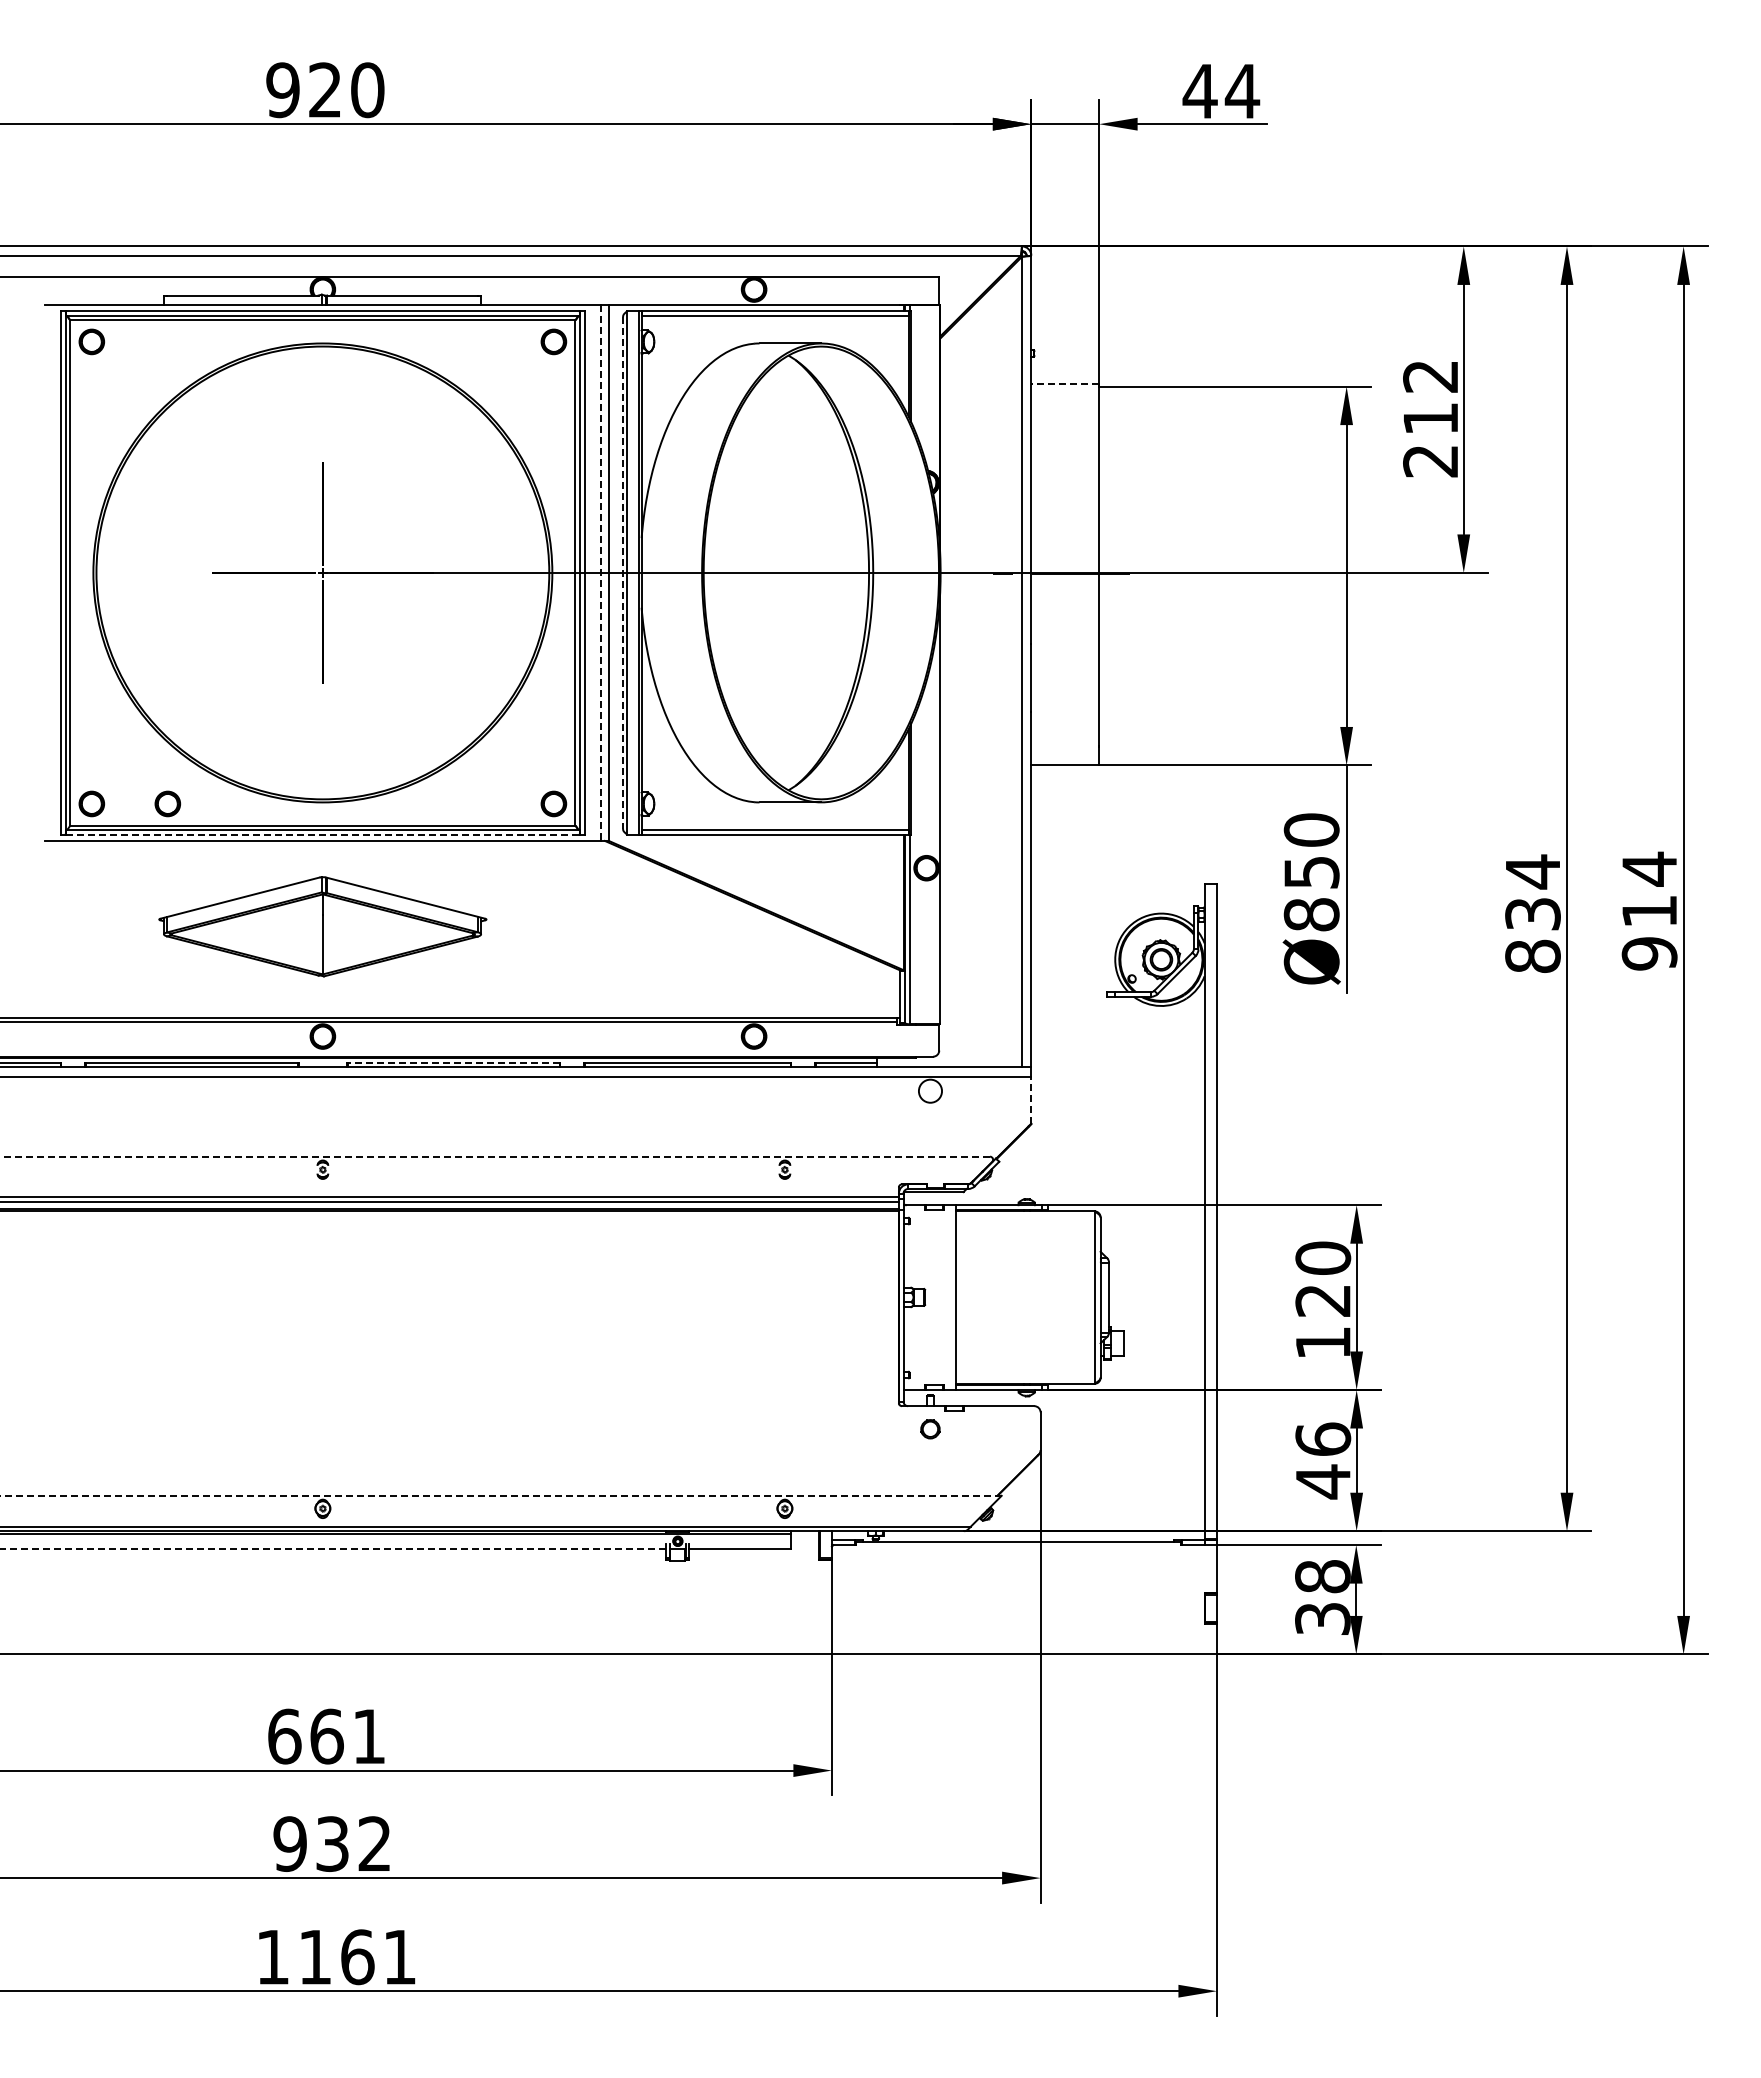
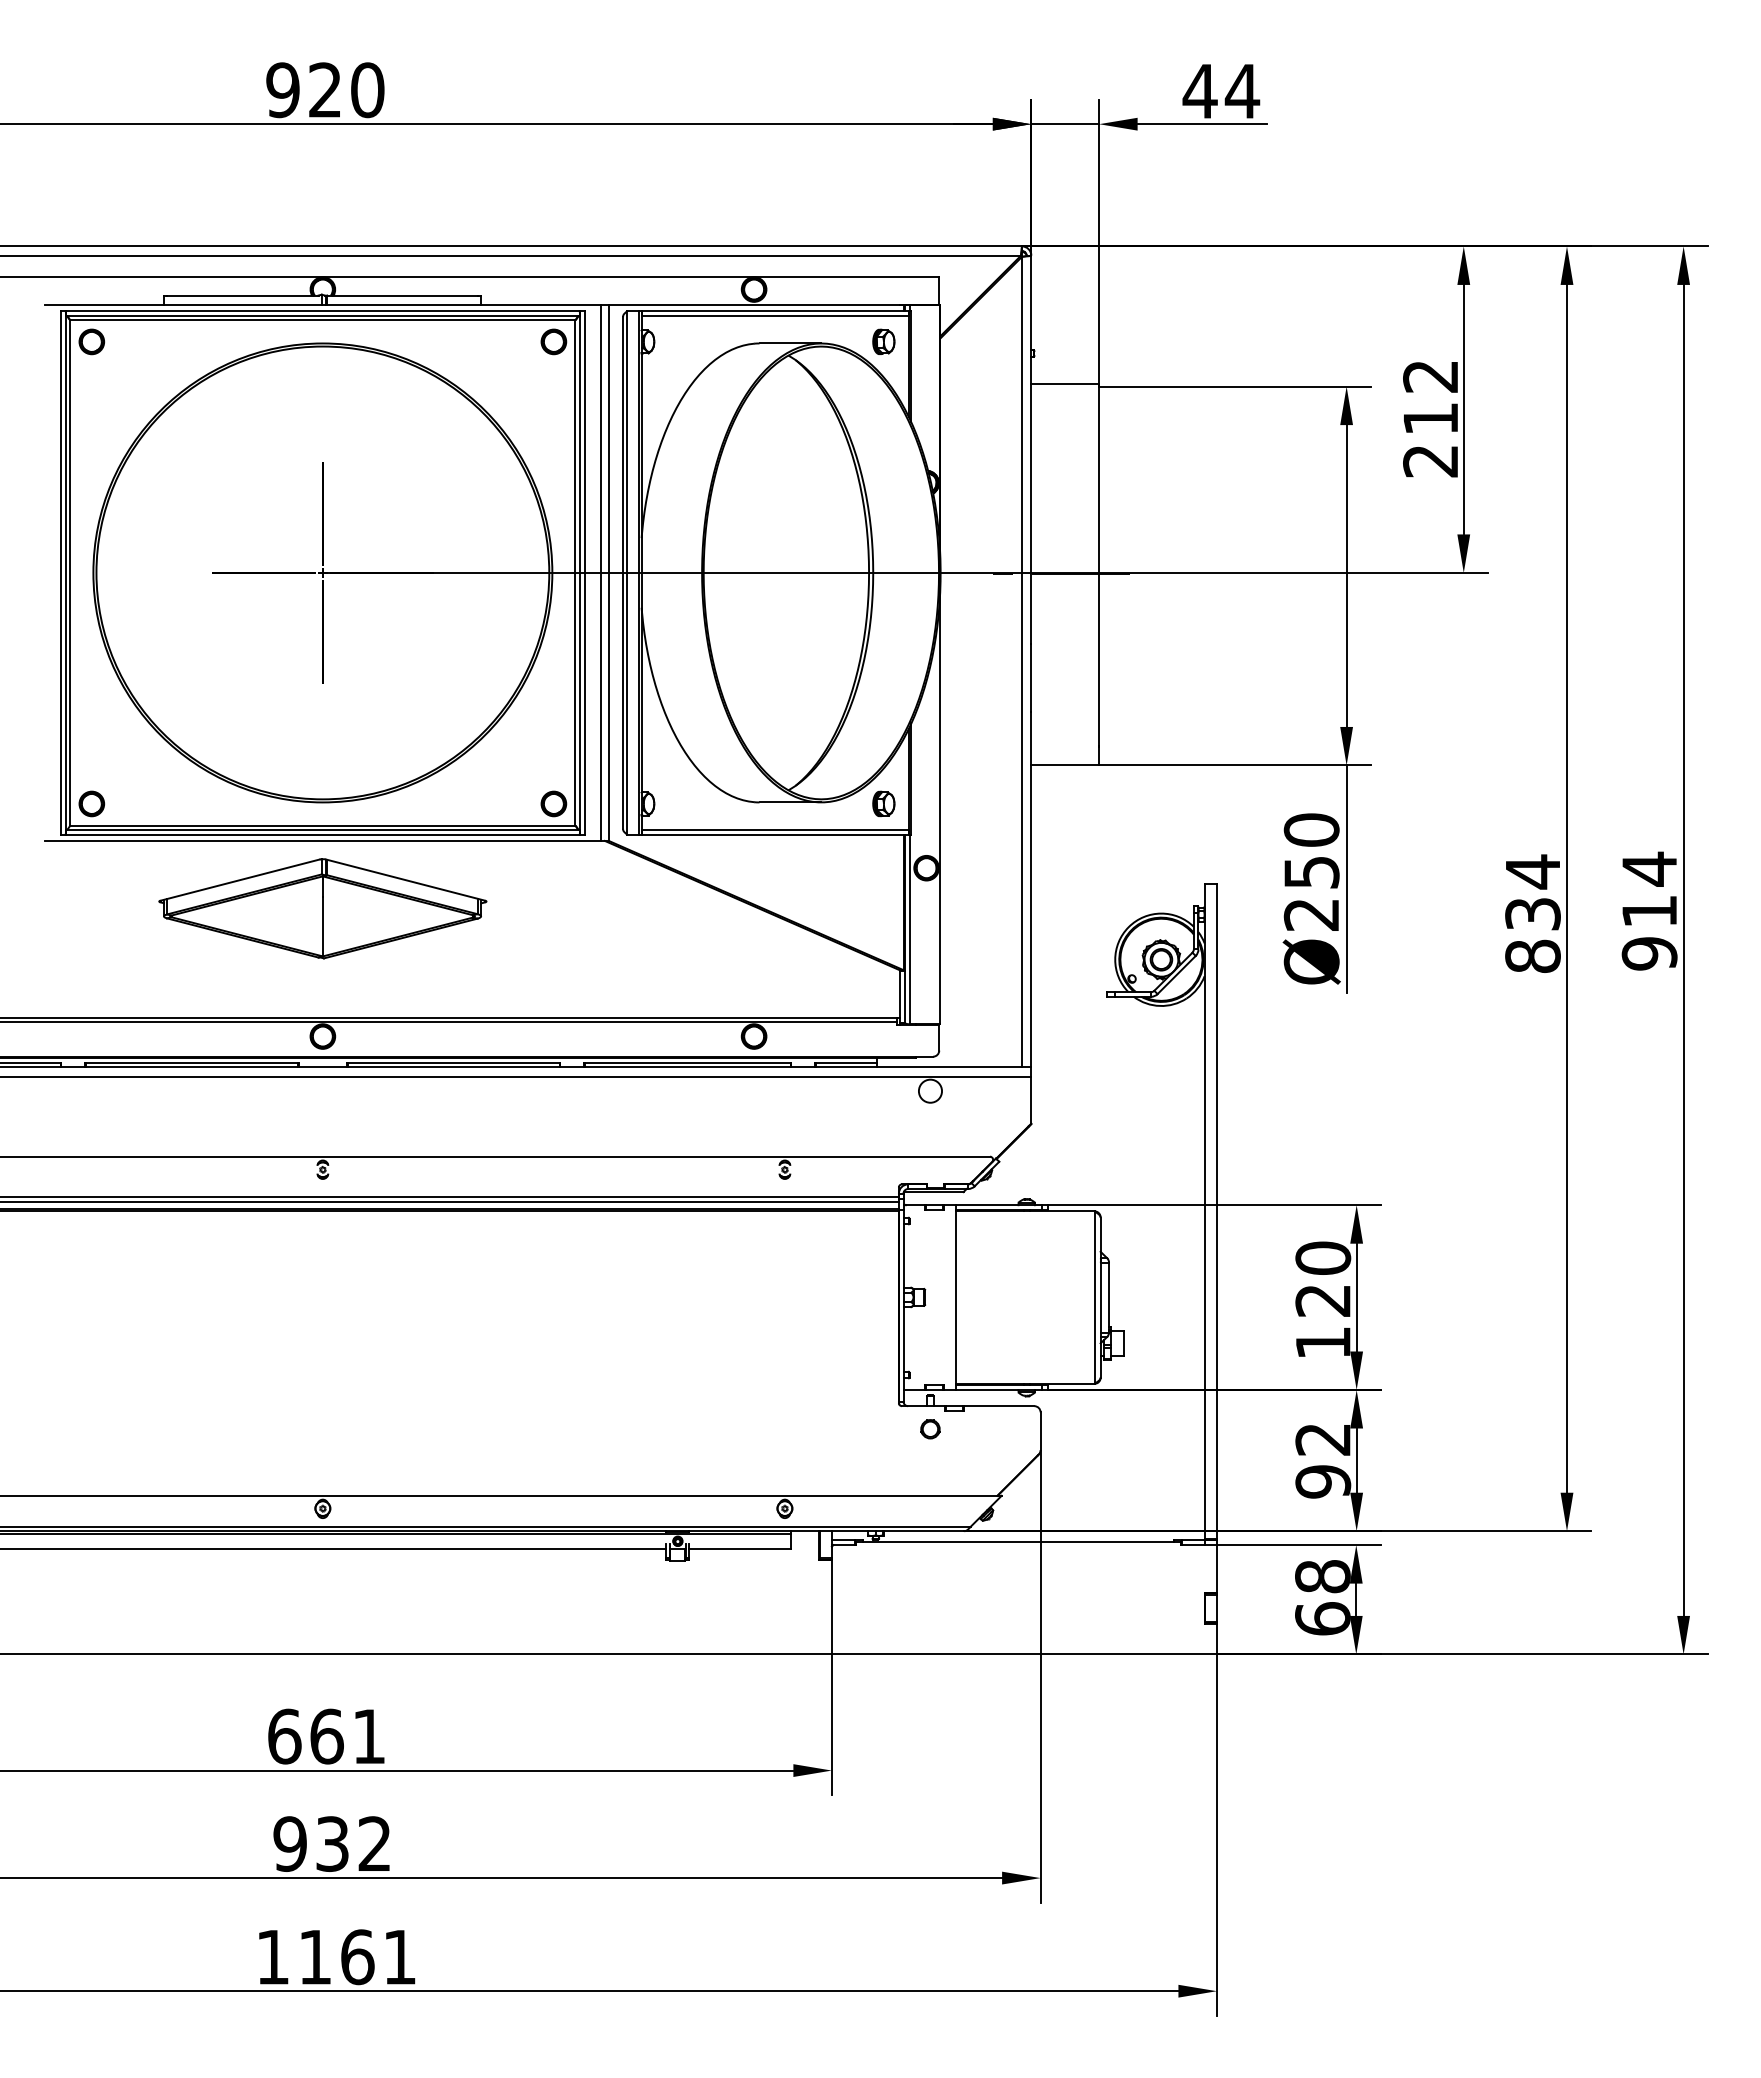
part at (883, 341): none -> present
line at (1065, 383): dashed -> solid
line at (600, 572): dashed -> solid
line at (622, 572): dashed -> solid
part at (167, 803): present -> none
part at (883, 803): none -> present
line at (323, 834): dashed -> solid
text at (1311, 914): Ø850 -> Ø250
part at (322, 926) position: (322, 926) -> (322, 908)
line at (453, 1062): dashed -> solid
line at (1031, 1099): dashed -> solid
line at (495, 1156): dashed -> solid
text at (1323, 1460): 46 -> 92
line at (500, 1495): dashed -> solid
line at (333, 1548): dashed -> solid
text at (1322, 1618): 38 -> 68
